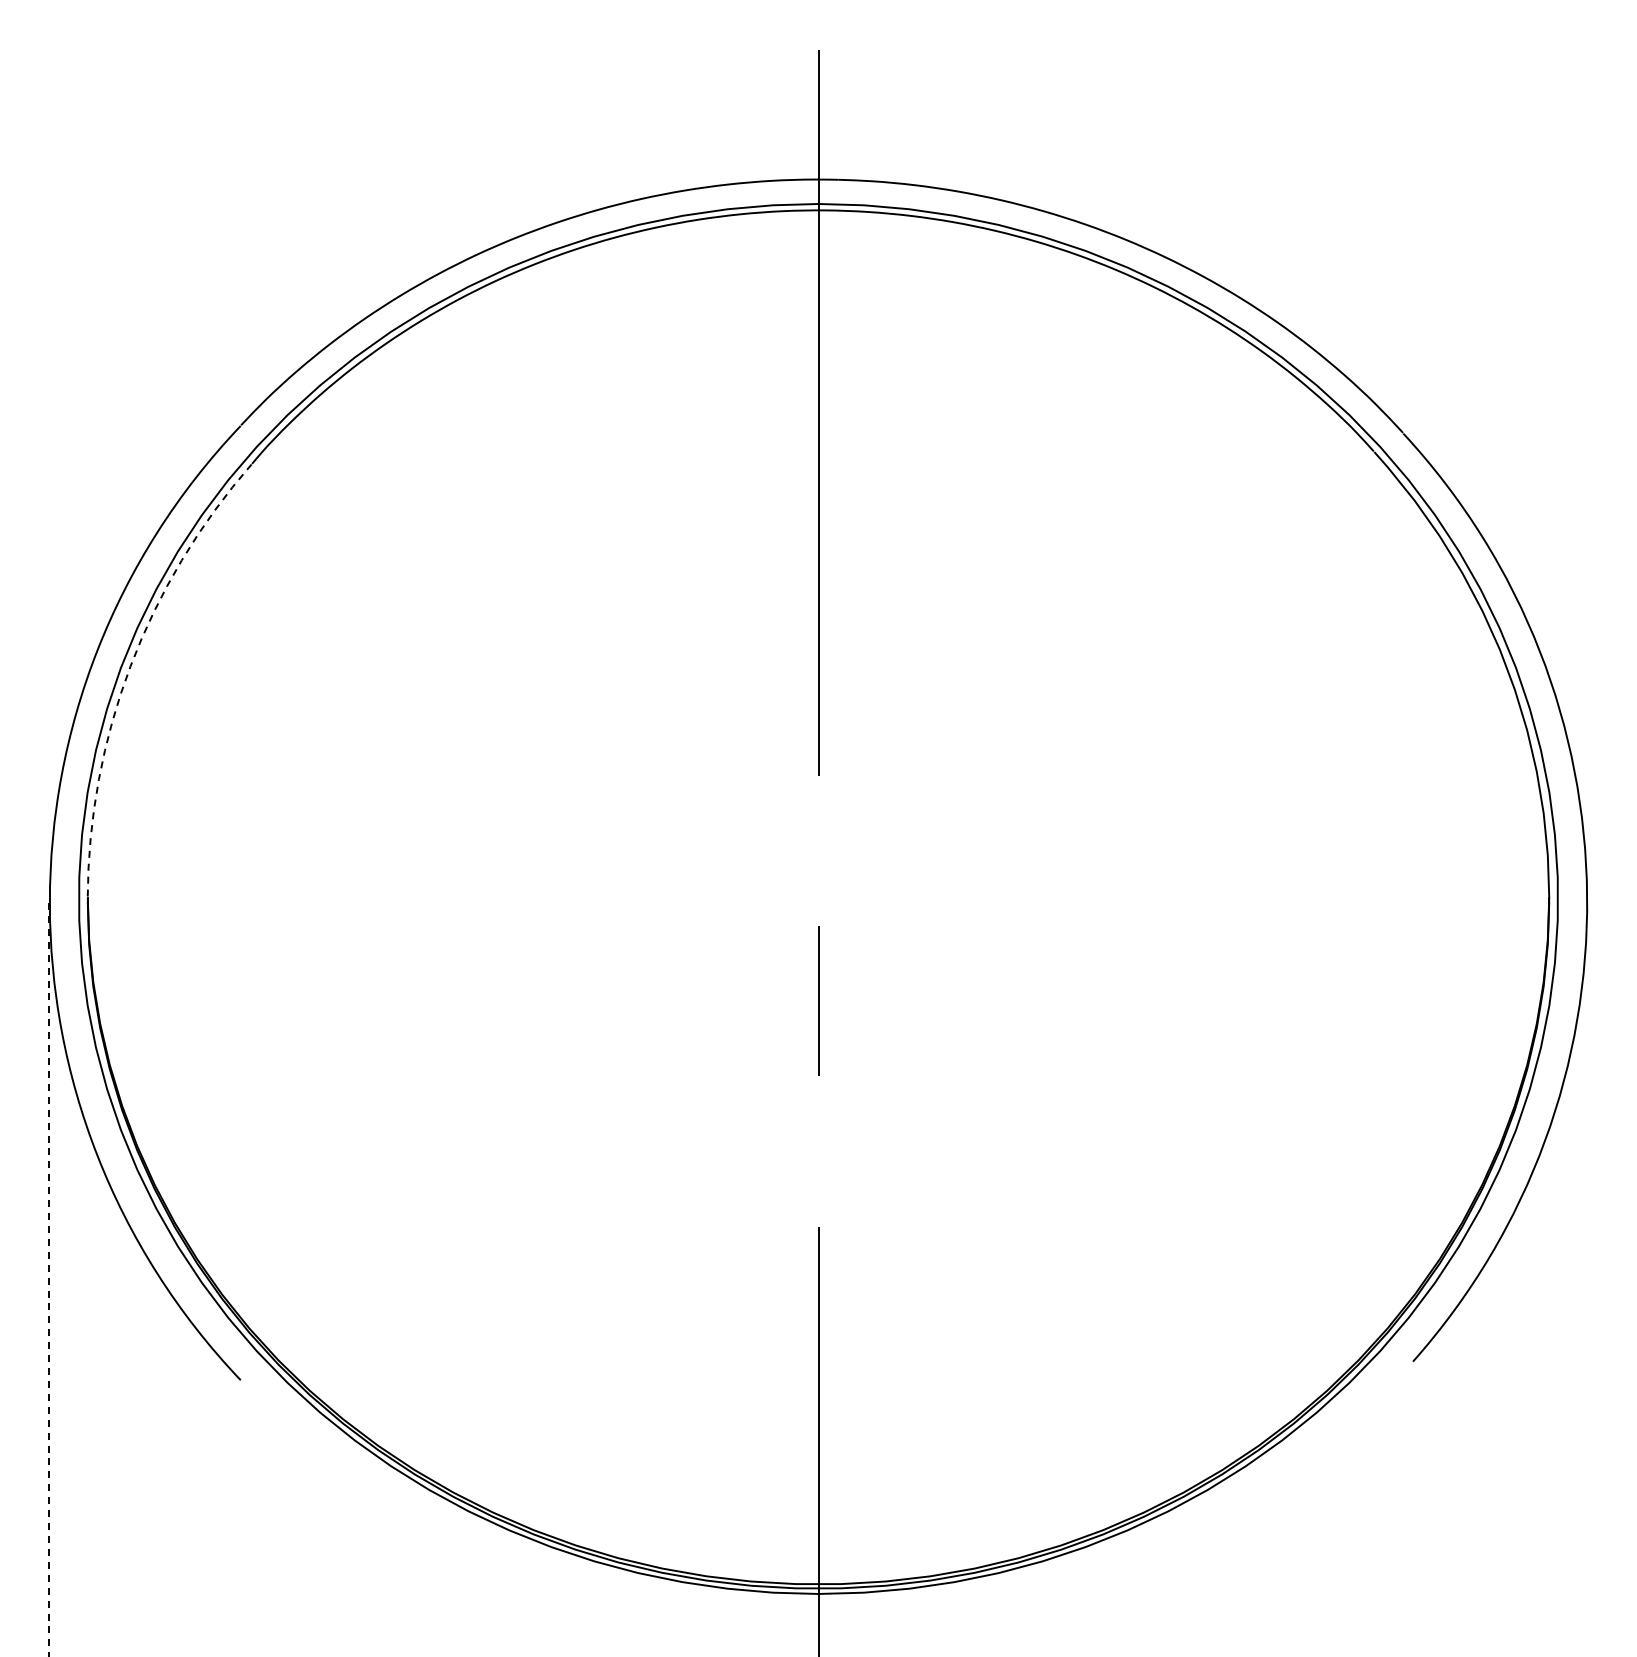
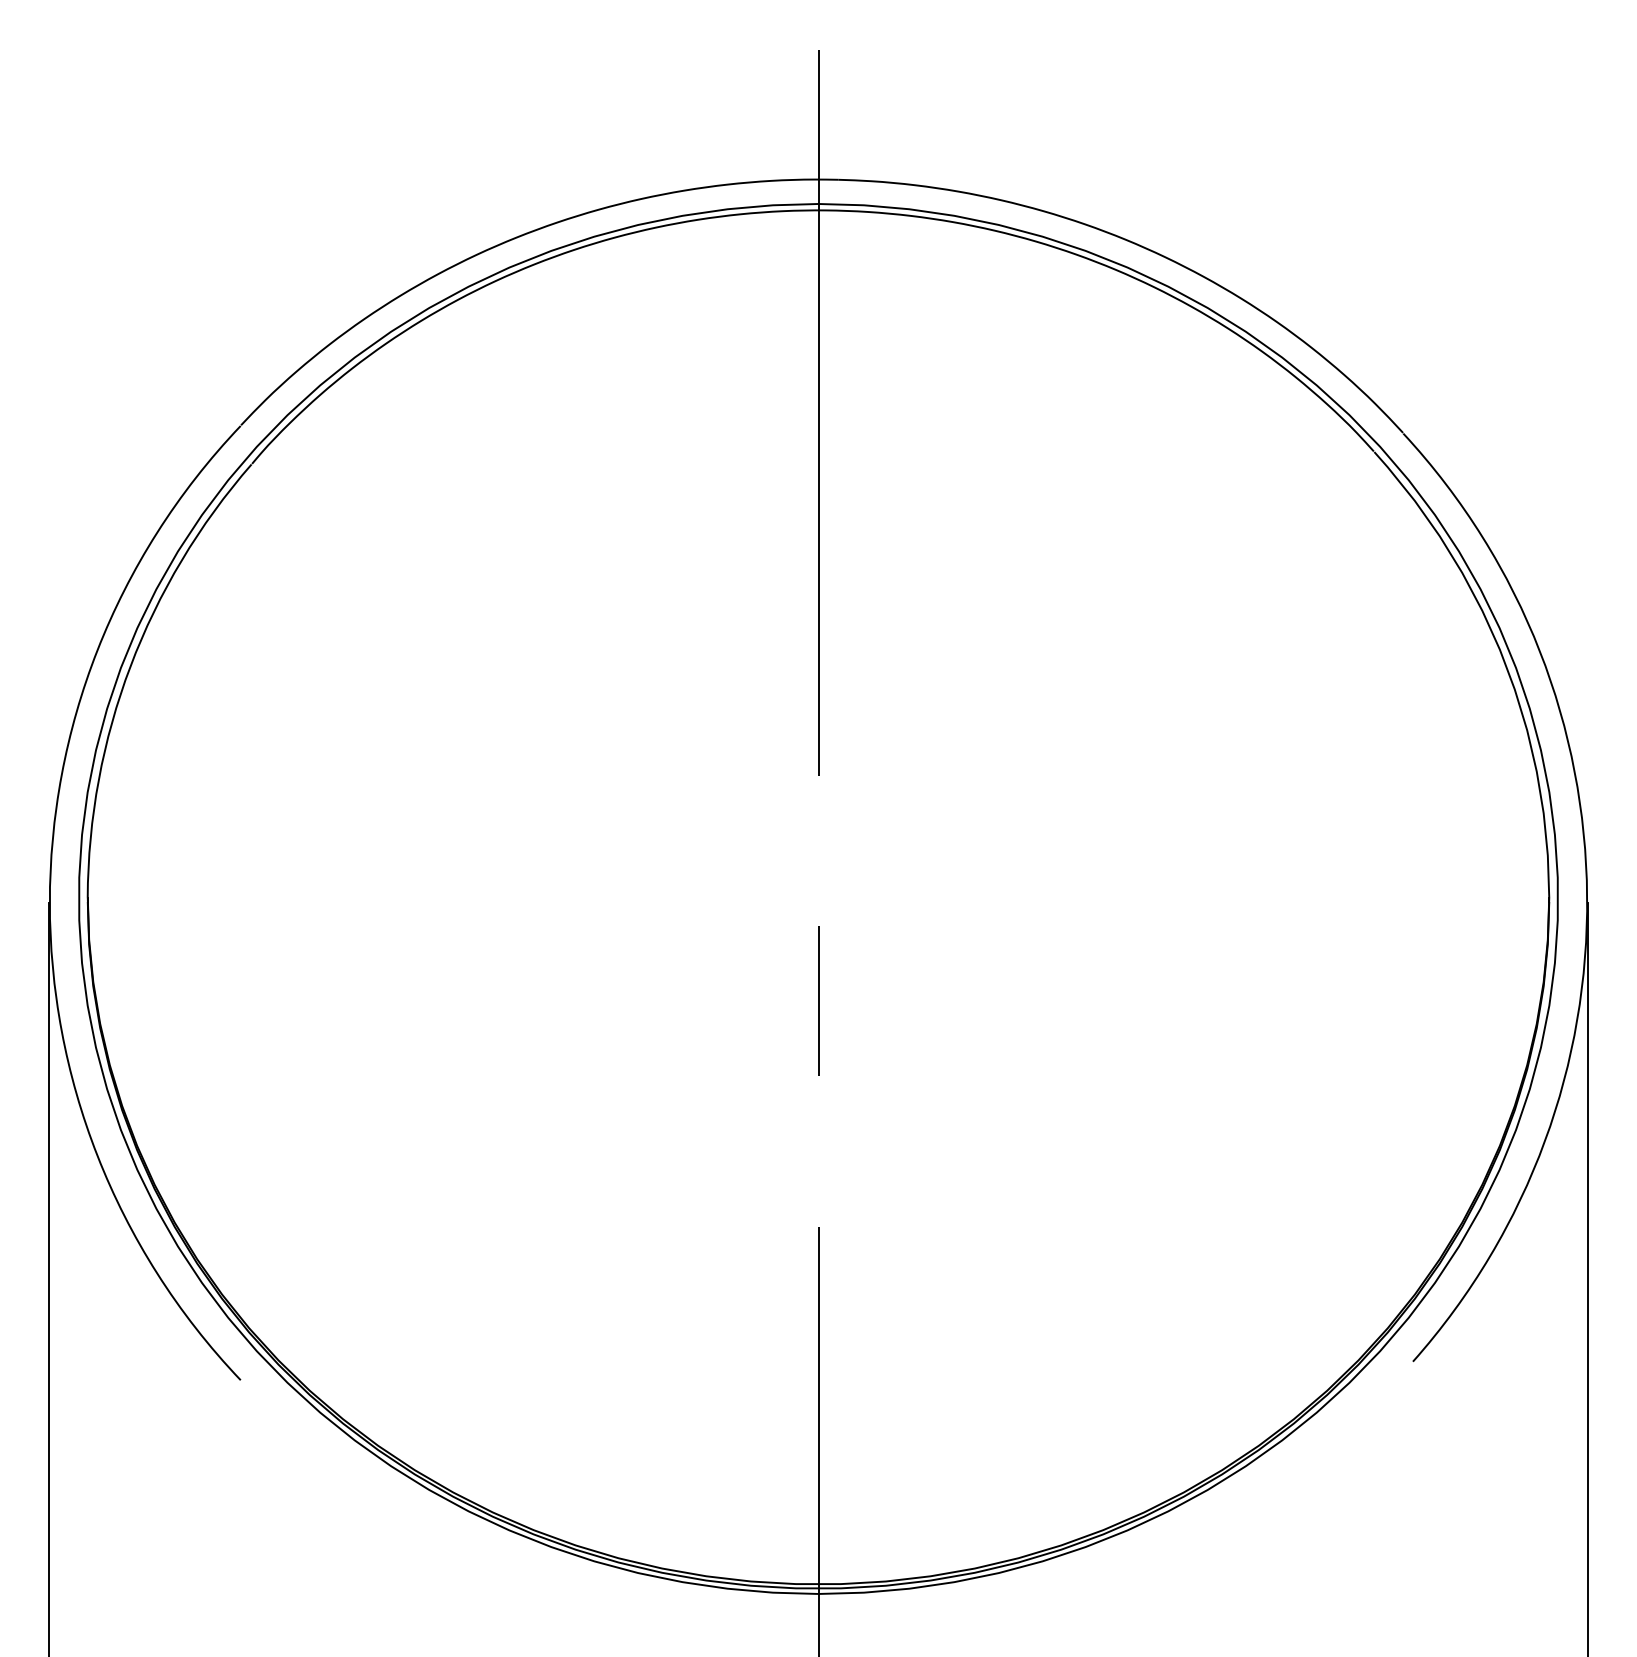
arc at (130, 666): dashed -> solid
line at (1587, 1278): none -> present
line at (49, 1280): dashed -> solid
